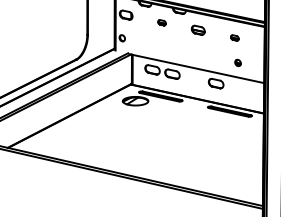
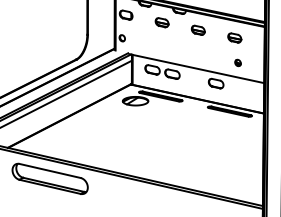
part at (161, 22) size: 10x8 px -> 16x12 px
part at (234, 37) size: 10x8 px -> 16x12 px
line at (66, 93): none -> present
part at (49, 178): none -> present
